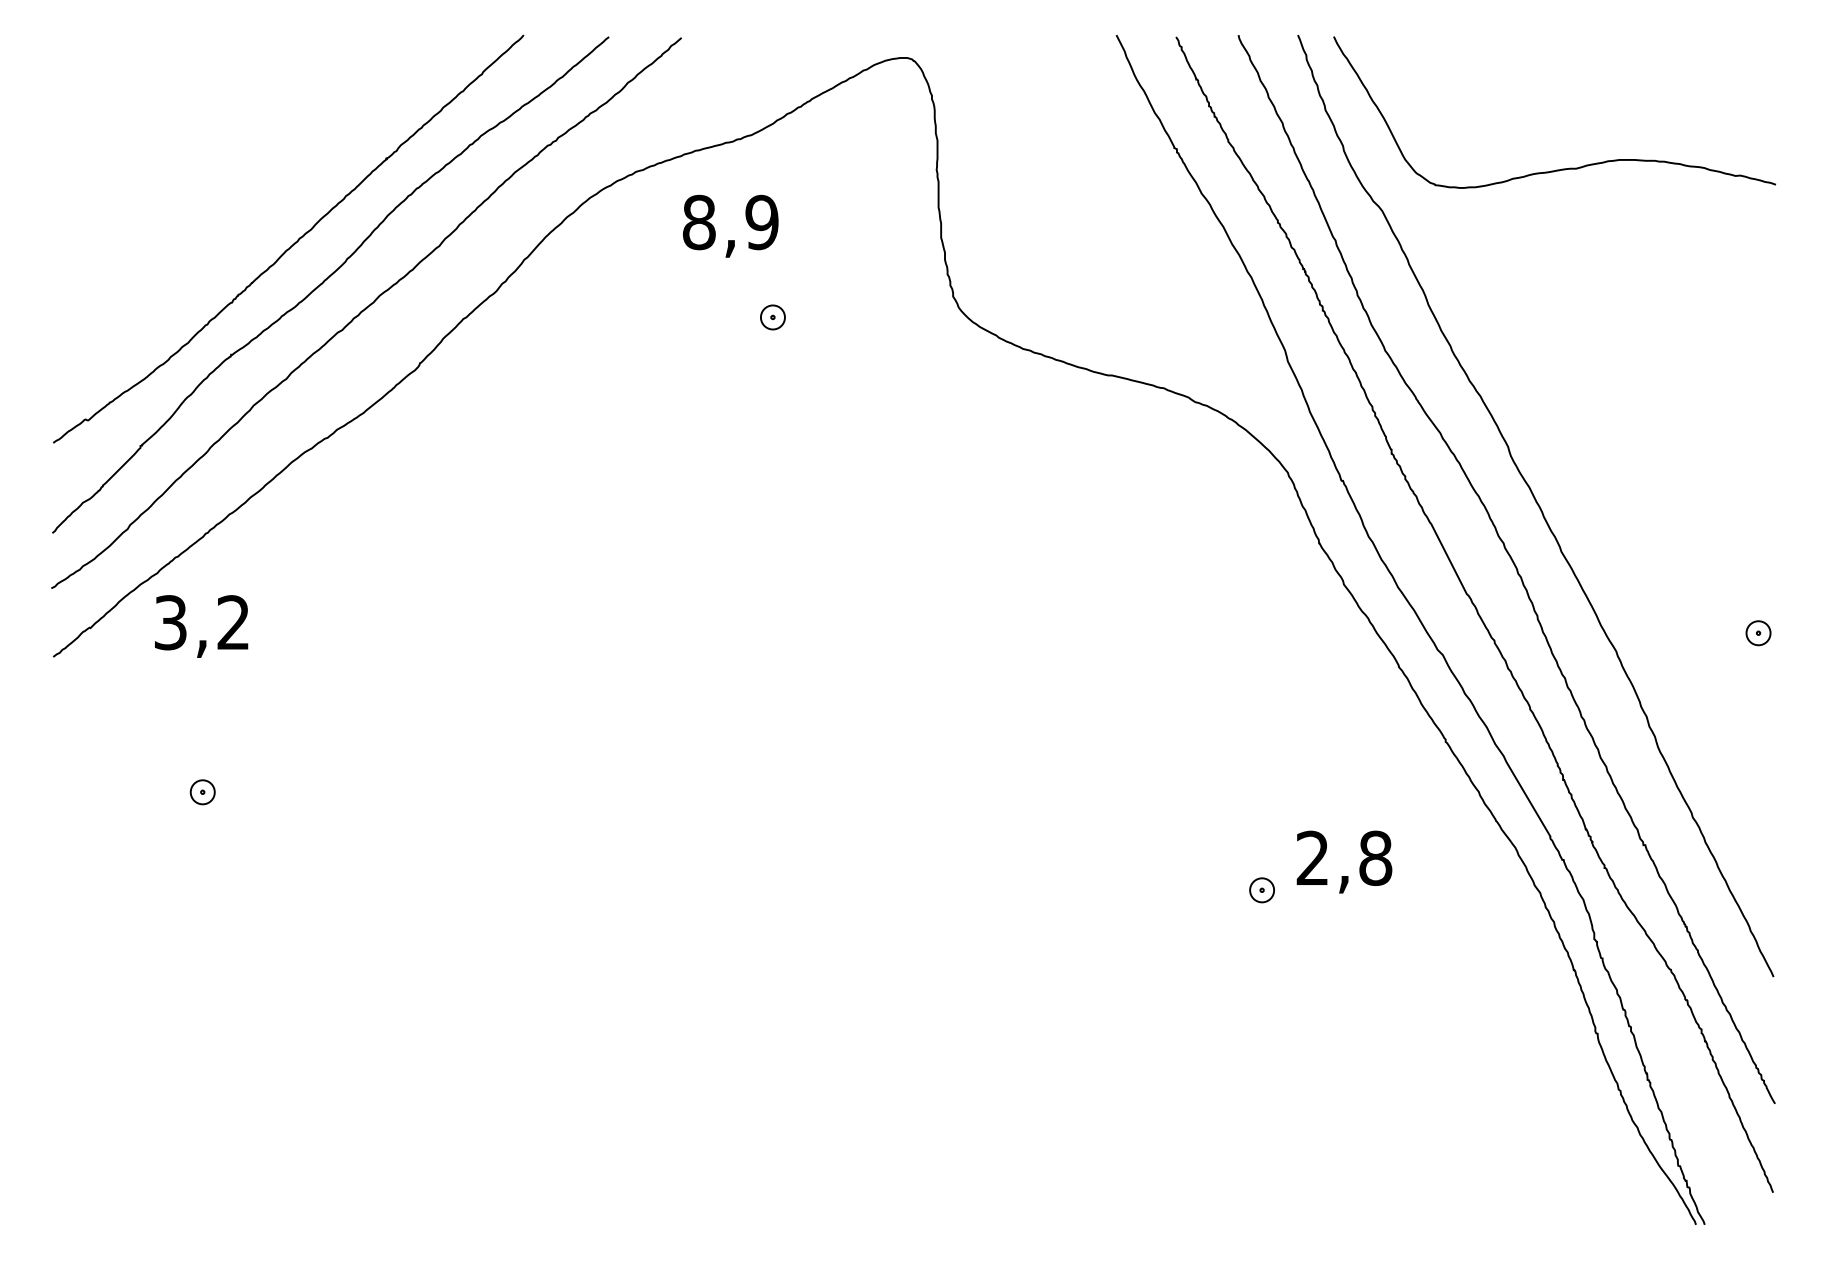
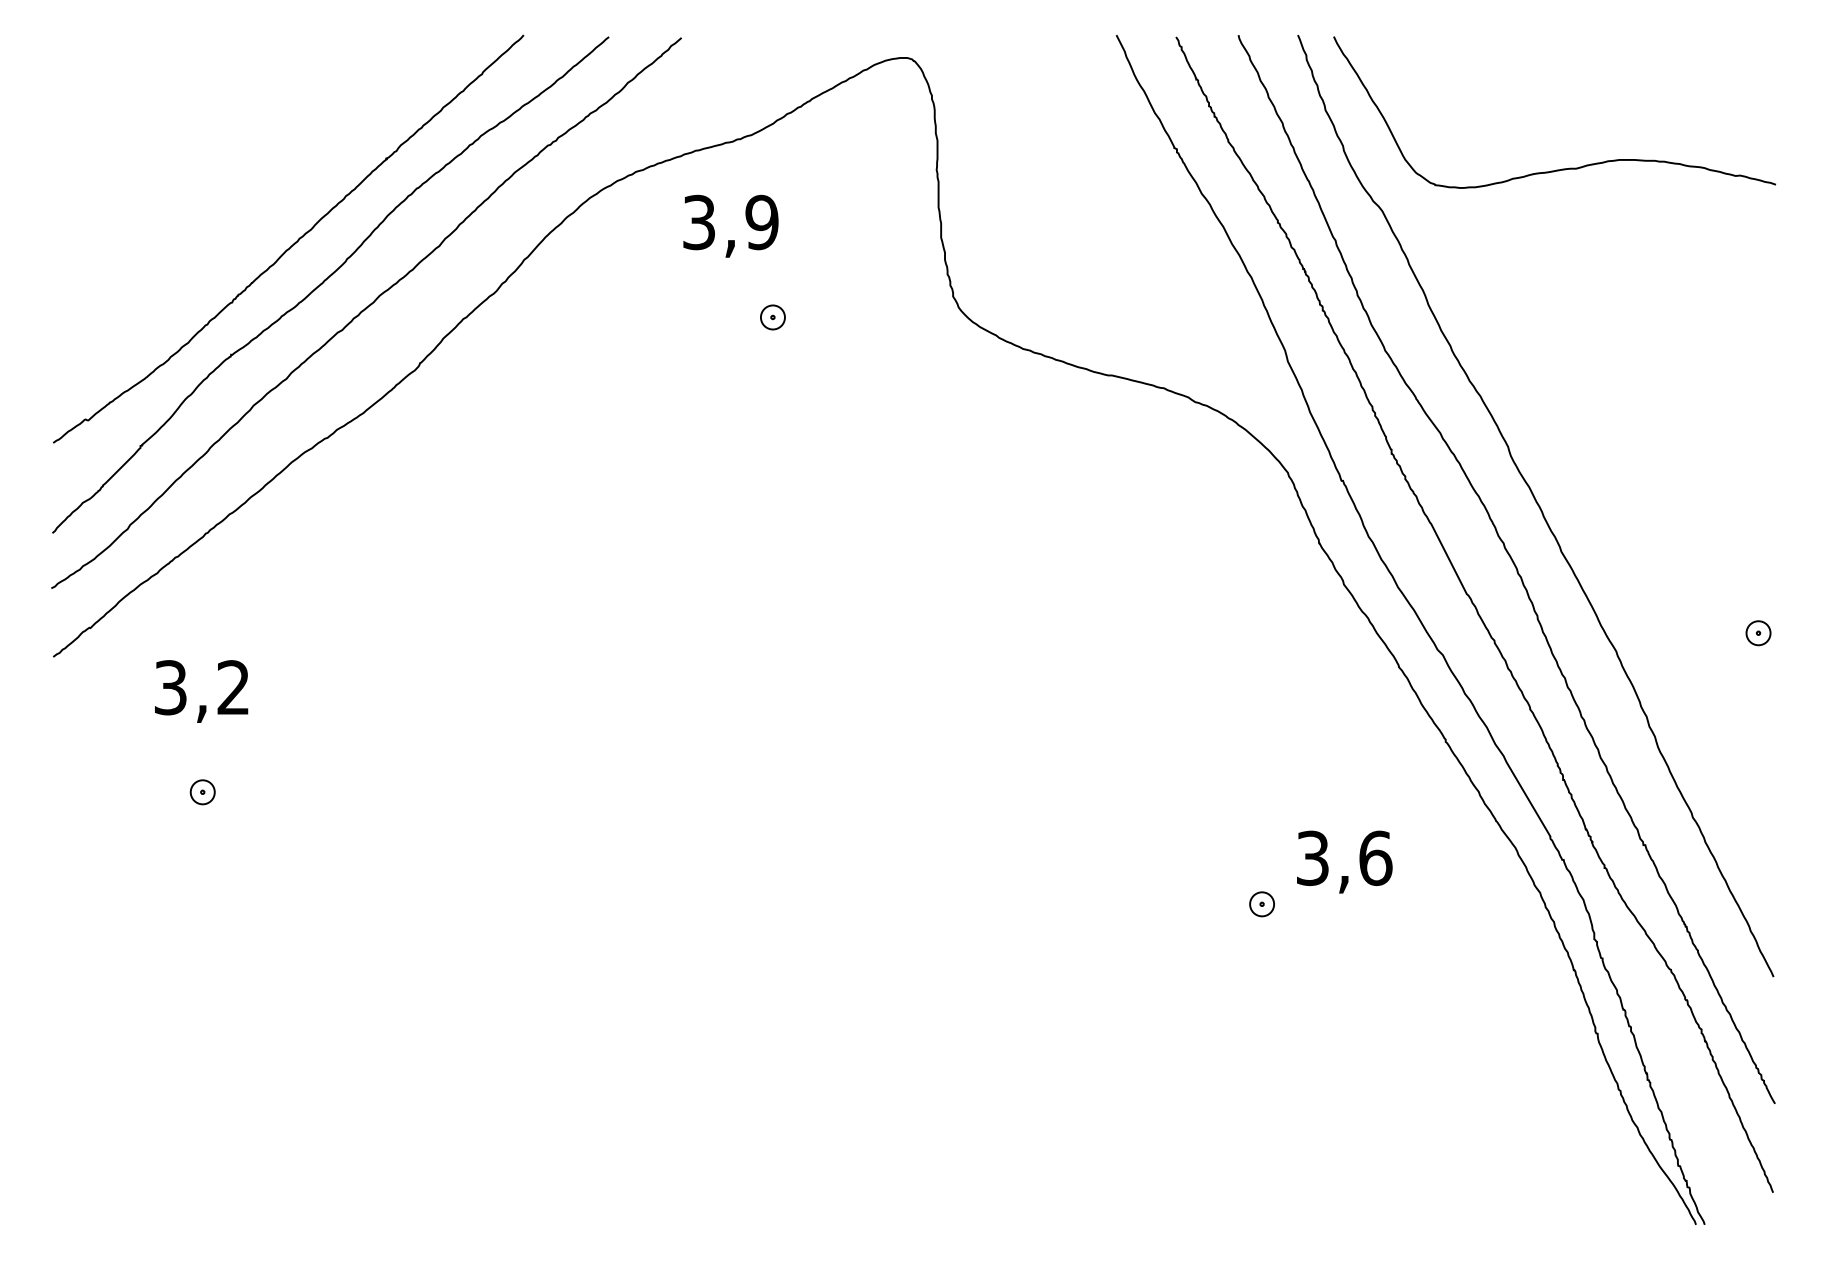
text at (698, 222): 8,9 -> 3,9
text at (201, 626) position: (201, 626) -> (201, 691)
text at (1344, 857): 2,8 -> 3,6
part at (1261, 890) position: (1261, 890) -> (1261, 904)
